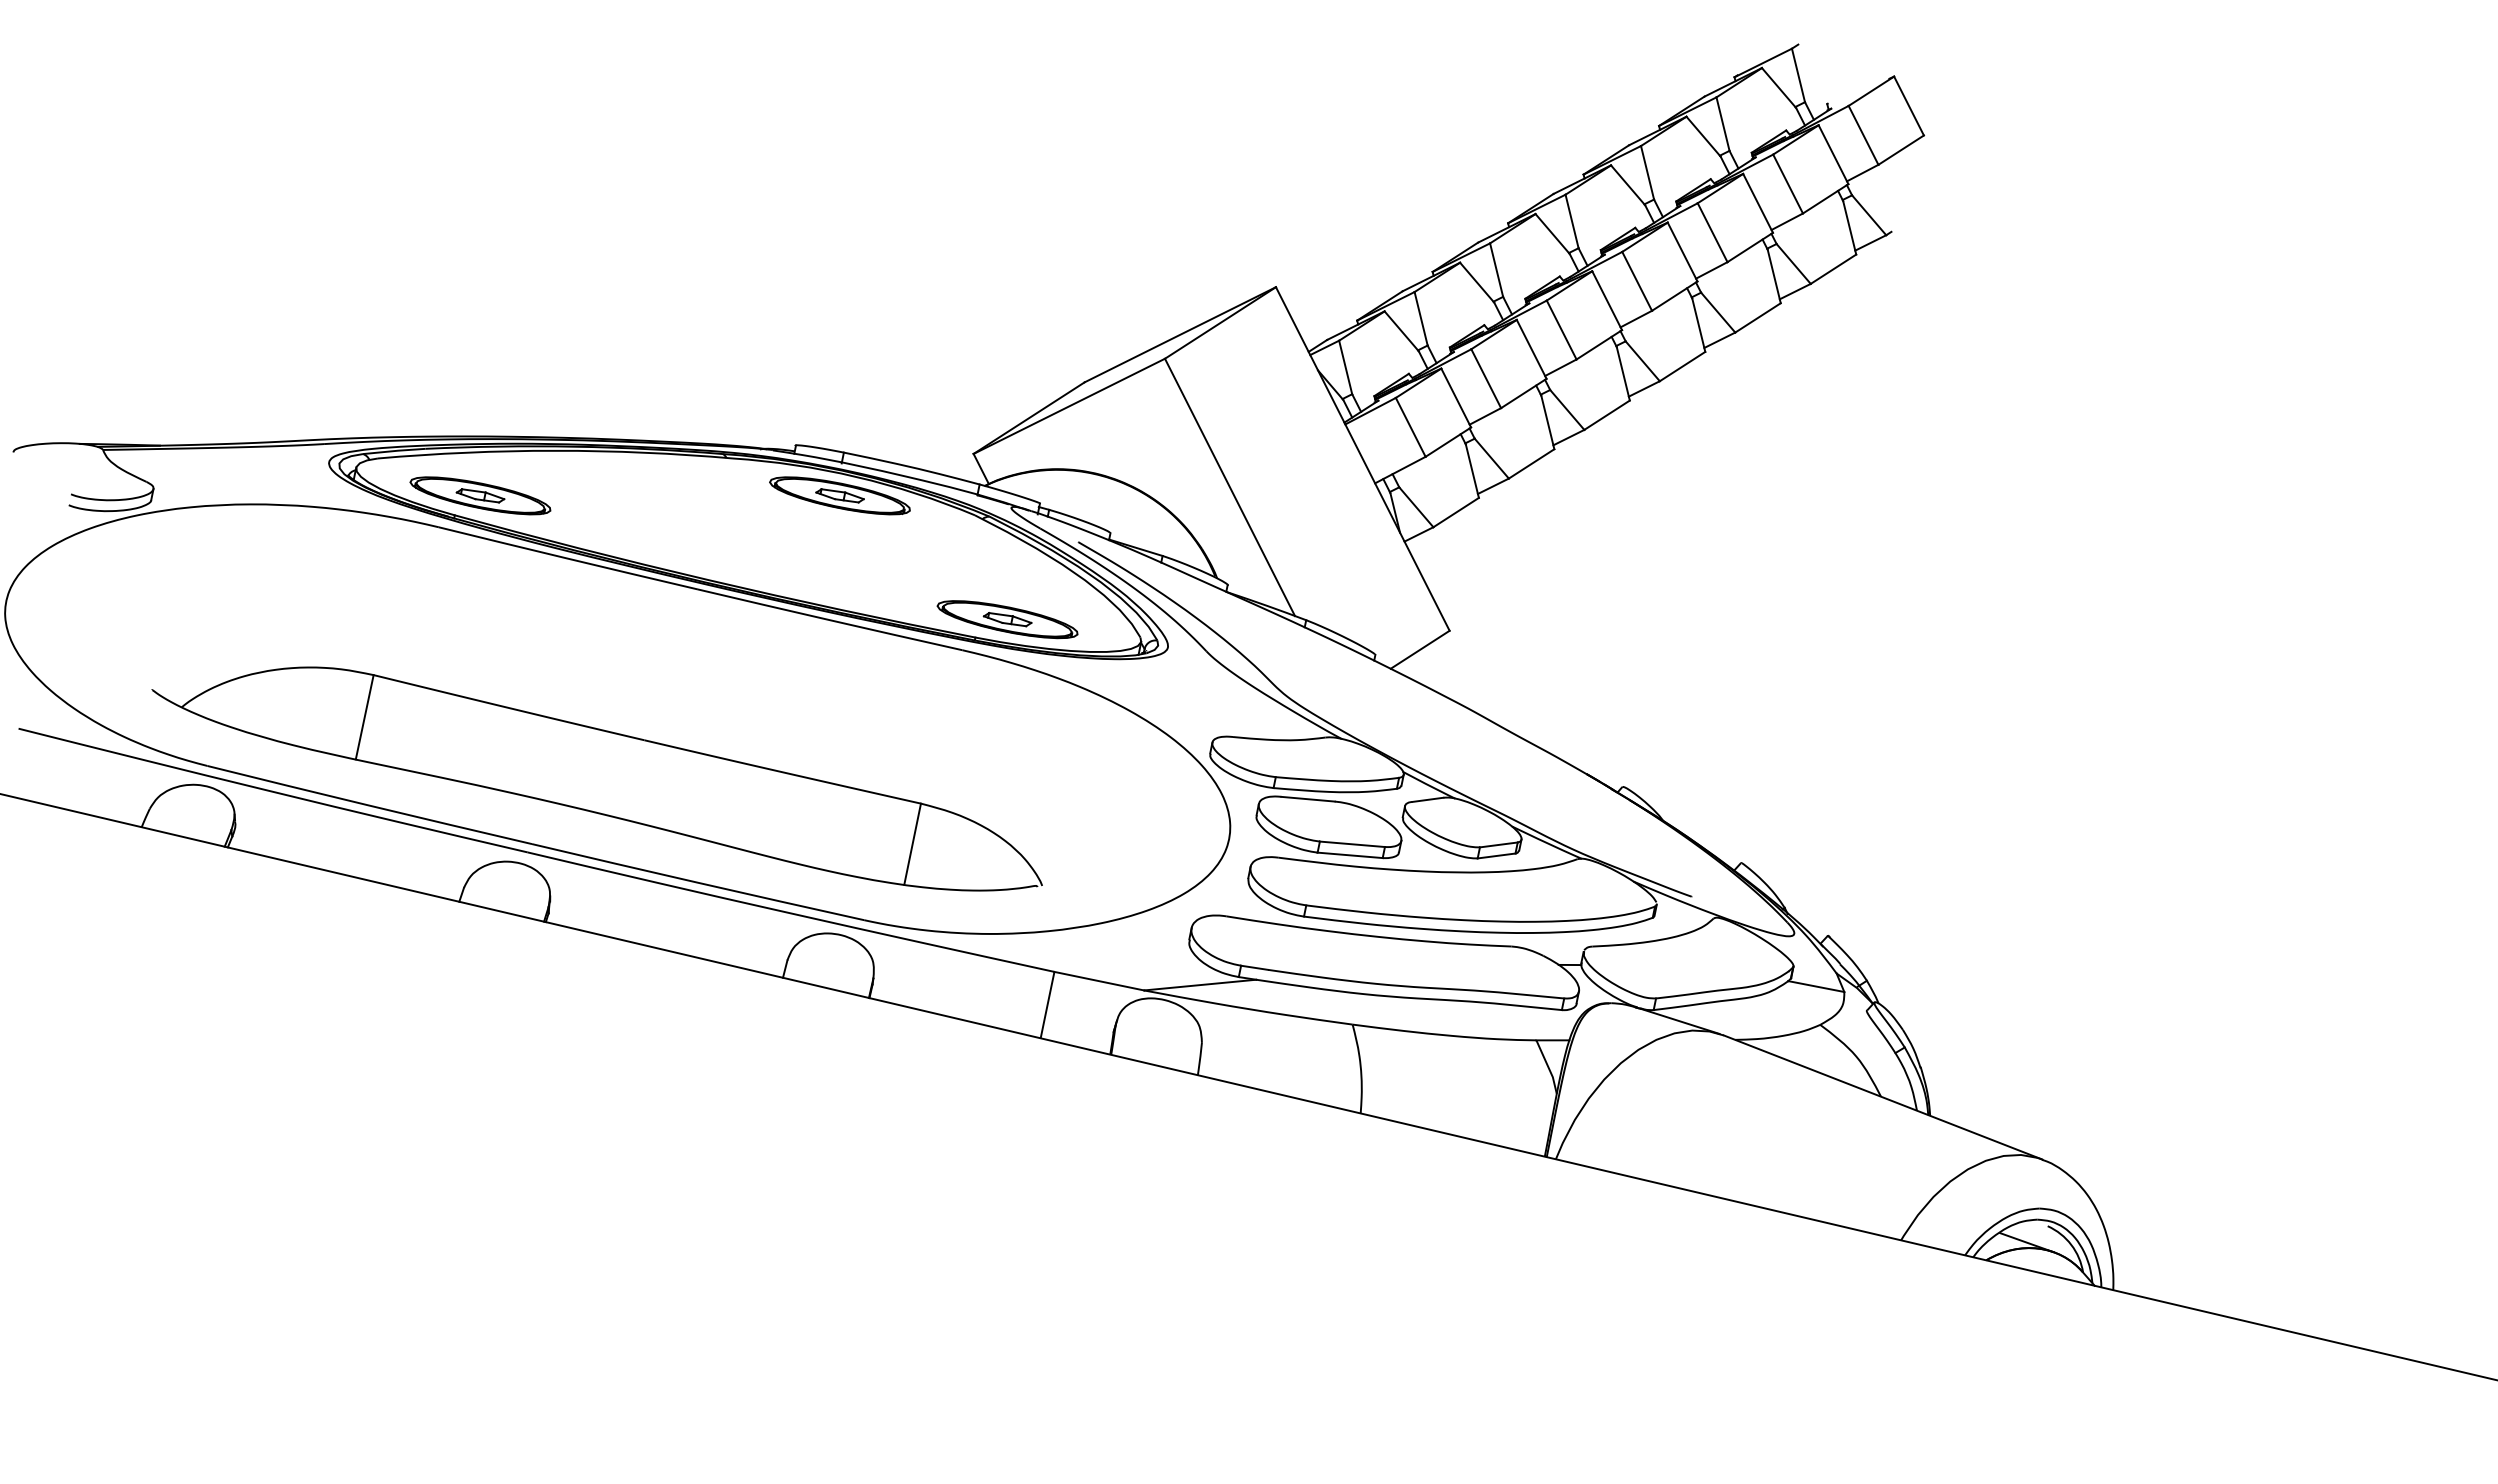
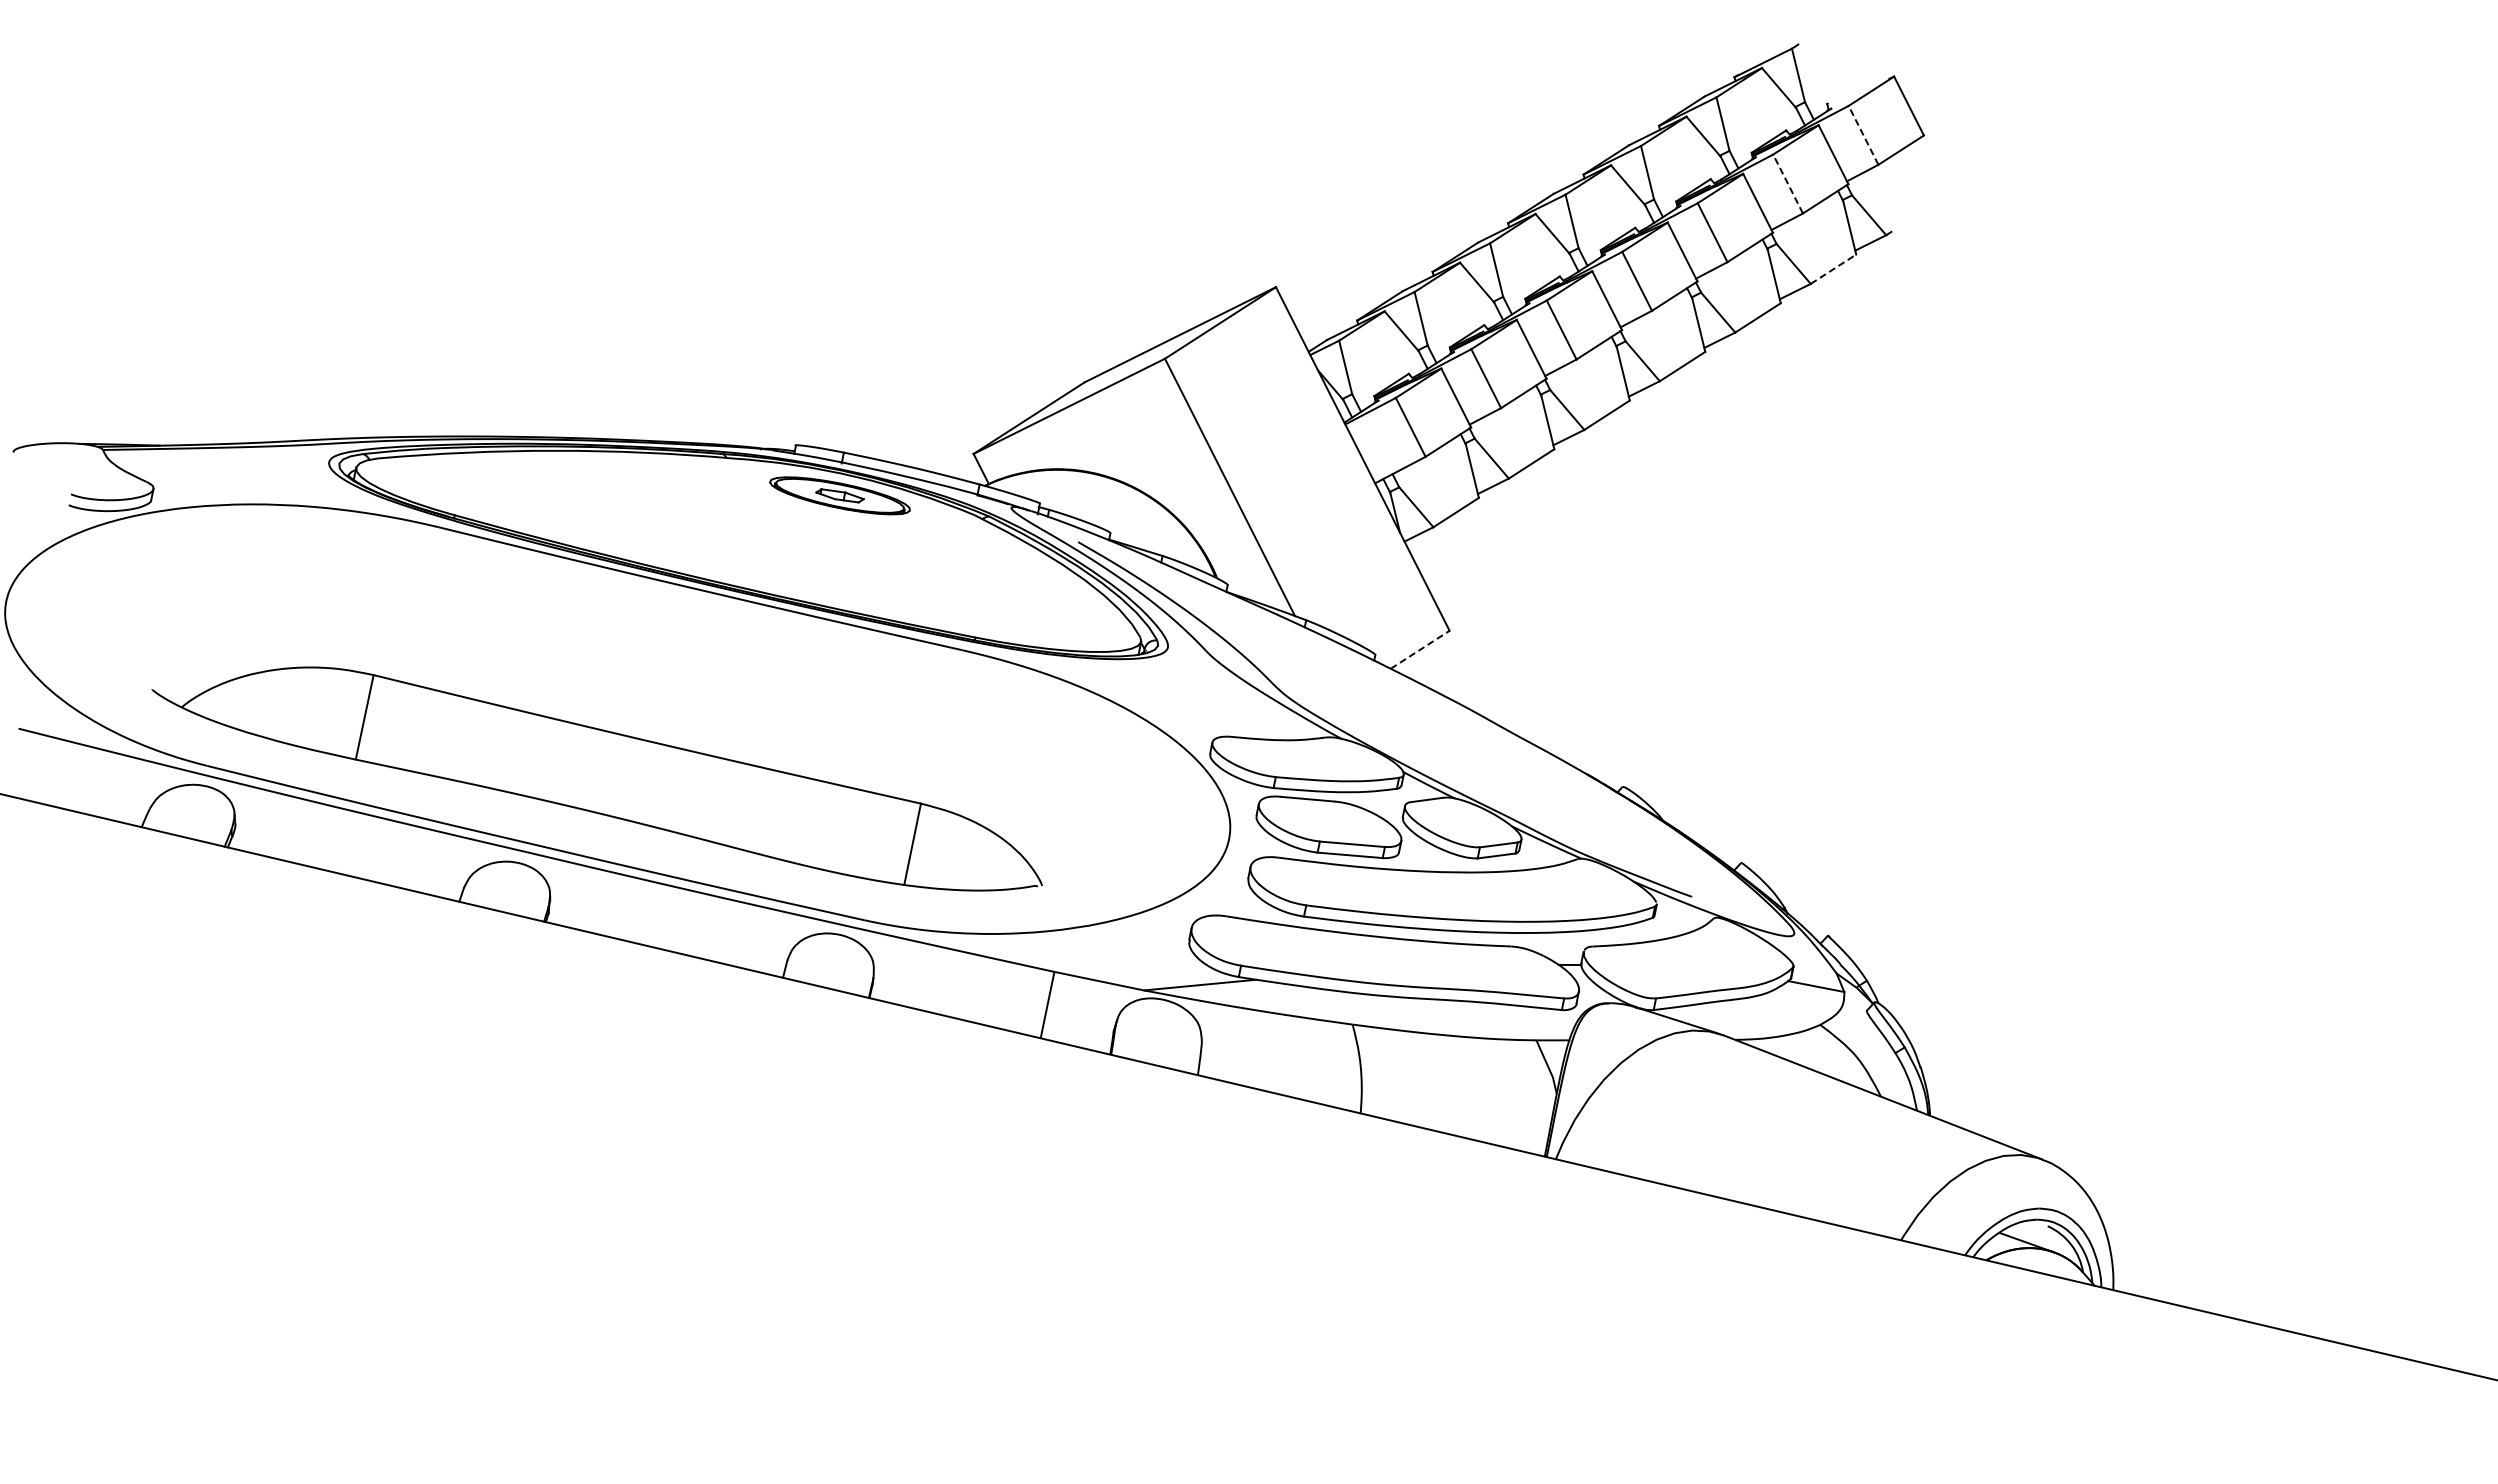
line at (1863, 134): solid -> dashed
line at (1787, 183): solid -> dashed
line at (1833, 268): solid -> dashed
part at (480, 495): present -> none
part at (1007, 619): present -> none
line at (1420, 649): solid -> dashed
